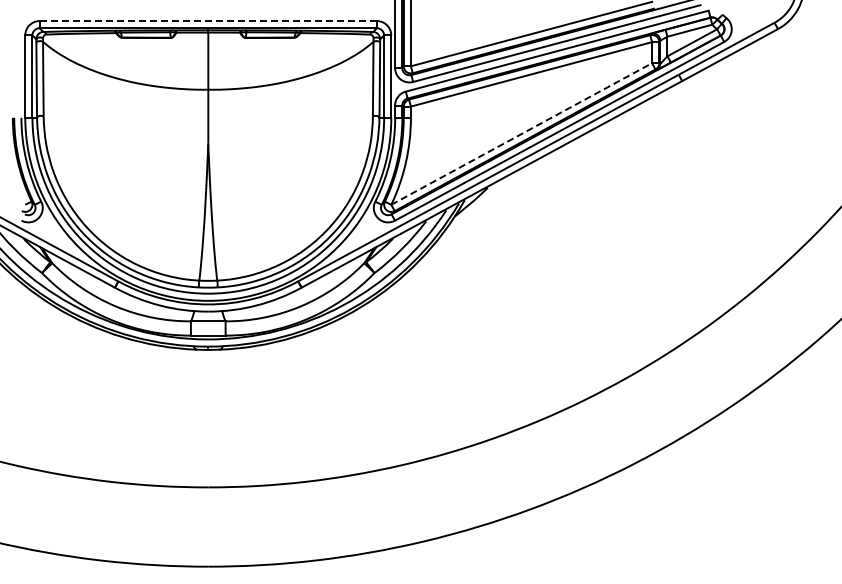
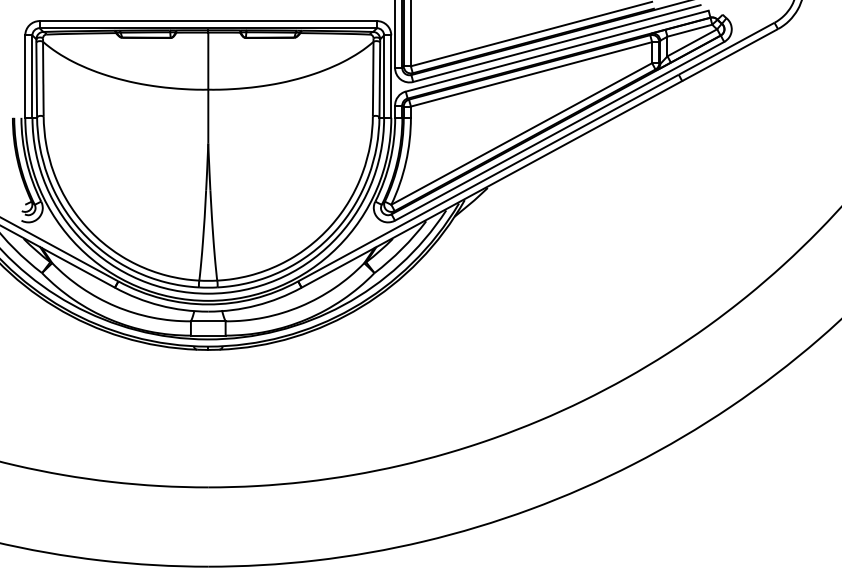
line at (208, 21): dashed -> solid
line at (522, 133): dashed -> solid
